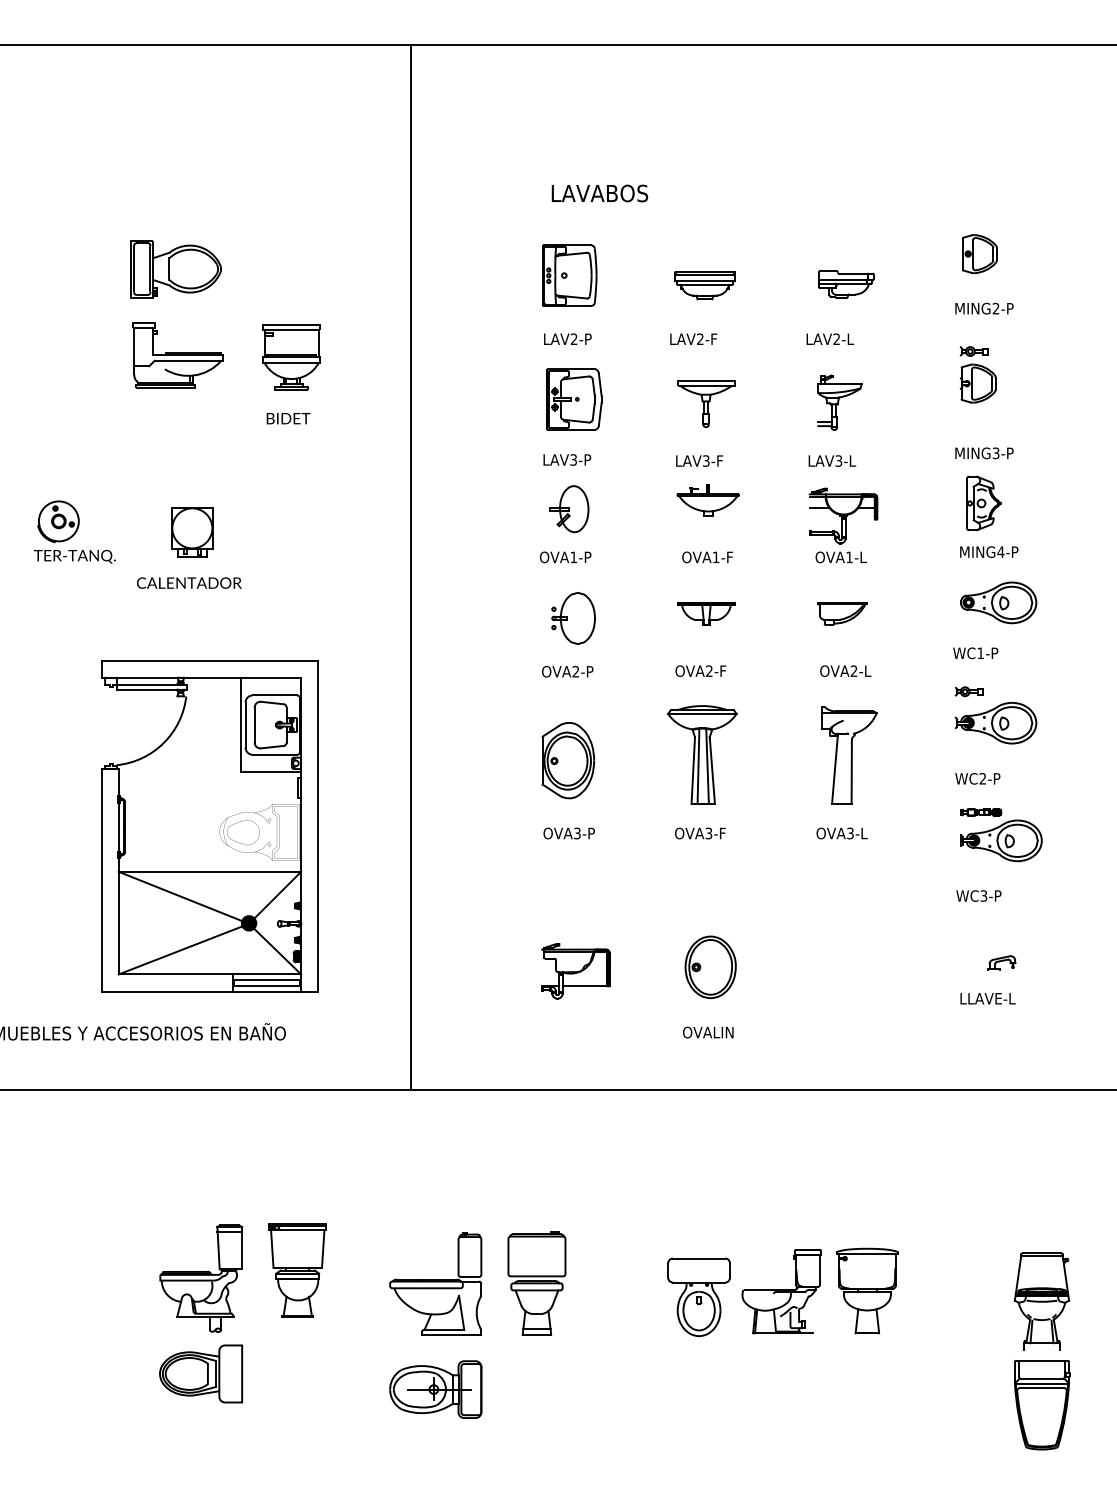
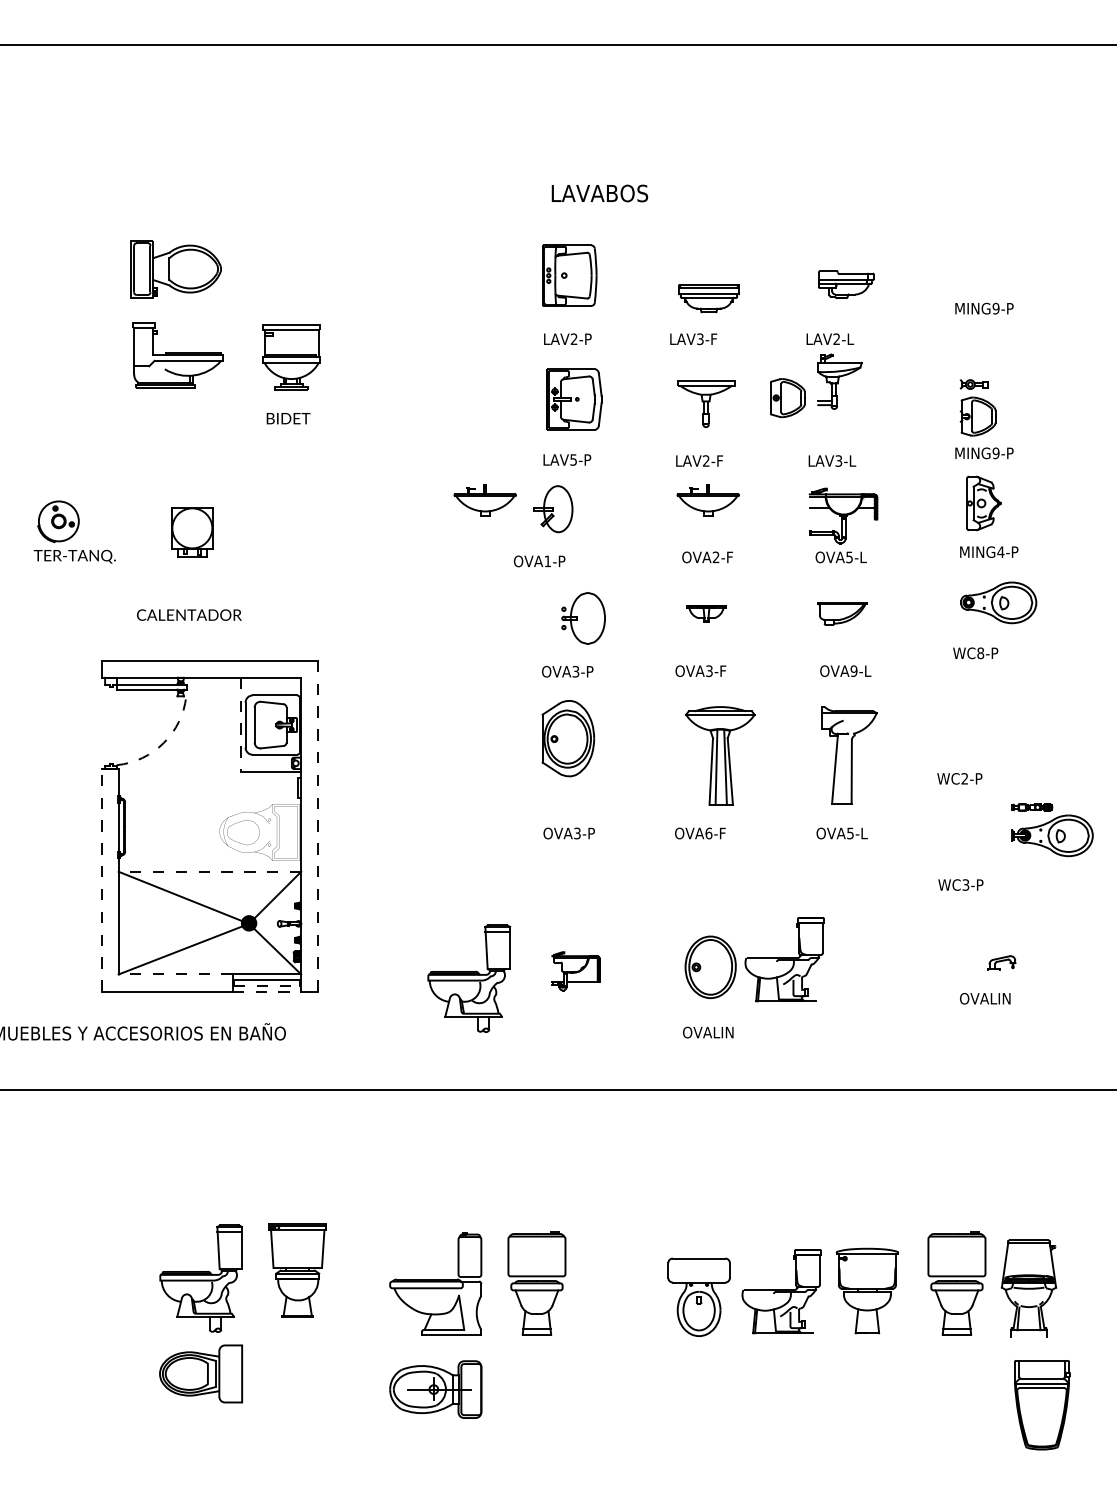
part at (979, 254) position: (979, 254) -> (787, 398)
part at (704, 285) position: (704, 285) -> (708, 298)
text at (995, 308): MING2-P -> MING9-P
text at (700, 339): LAV2-F -> LAV3-F
part at (977, 374) position: (977, 374) -> (977, 407)
part at (839, 402) position: (839, 402) -> (839, 381)
text at (995, 452): MING3-P -> MING9-P
text at (573, 459): LAV3-P -> LAV5-P
text at (706, 461): LAV3-F -> LAV2-F
part at (484, 500): none -> present
part at (569, 509) position: (569, 509) -> (553, 509)
text at (715, 556): OVA1-F -> OVA2-F
text at (565, 557) position: (565, 557) -> (539, 561)
text at (849, 557): OVA1-L -> OVA5-L
line at (410, 567): present -> none
text at (189, 582) position: (189, 582) -> (189, 614)
part at (706, 613) size: 59x24 px -> 41x18 px
part at (573, 618) position: (573, 618) -> (583, 618)
text at (980, 653): WC1-P -> WC8-P
text at (575, 671): OVA2-P -> OVA3-P
text at (709, 671): OVA2-F -> OVA3-F
text at (853, 671): OVA2-L -> OVA9-L
part at (995, 715): present -> none
line at (240, 725): solid -> dashed
arc at (163, 743): solid -> dashed
part at (702, 754) position: (702, 754) -> (720, 755)
part at (568, 760) position: (568, 760) -> (568, 738)
text at (977, 778) position: (977, 778) -> (959, 778)
line at (318, 826): solid -> dashed
text at (850, 832): OVA3-L -> OVA5-L
text at (708, 833): OVA3-F -> OVA6-F
part at (1001, 835) position: (1001, 835) -> (1052, 830)
line at (209, 871): solid -> dashed
line at (101, 879): solid -> dashed
text at (978, 895) position: (978, 895) -> (960, 884)
part at (784, 959): none -> present
part at (575, 971) size: 70x57 px -> 50x41 px
line at (175, 974): solid -> dashed
part at (469, 978): none -> present
line at (267, 985): solid -> dashed
line at (267, 991): solid -> dashed
text at (987, 998): LLAVE-L -> OVALIN
part at (956, 1283): none -> present
part at (1041, 1301) position: (1041, 1301) -> (1028, 1288)
